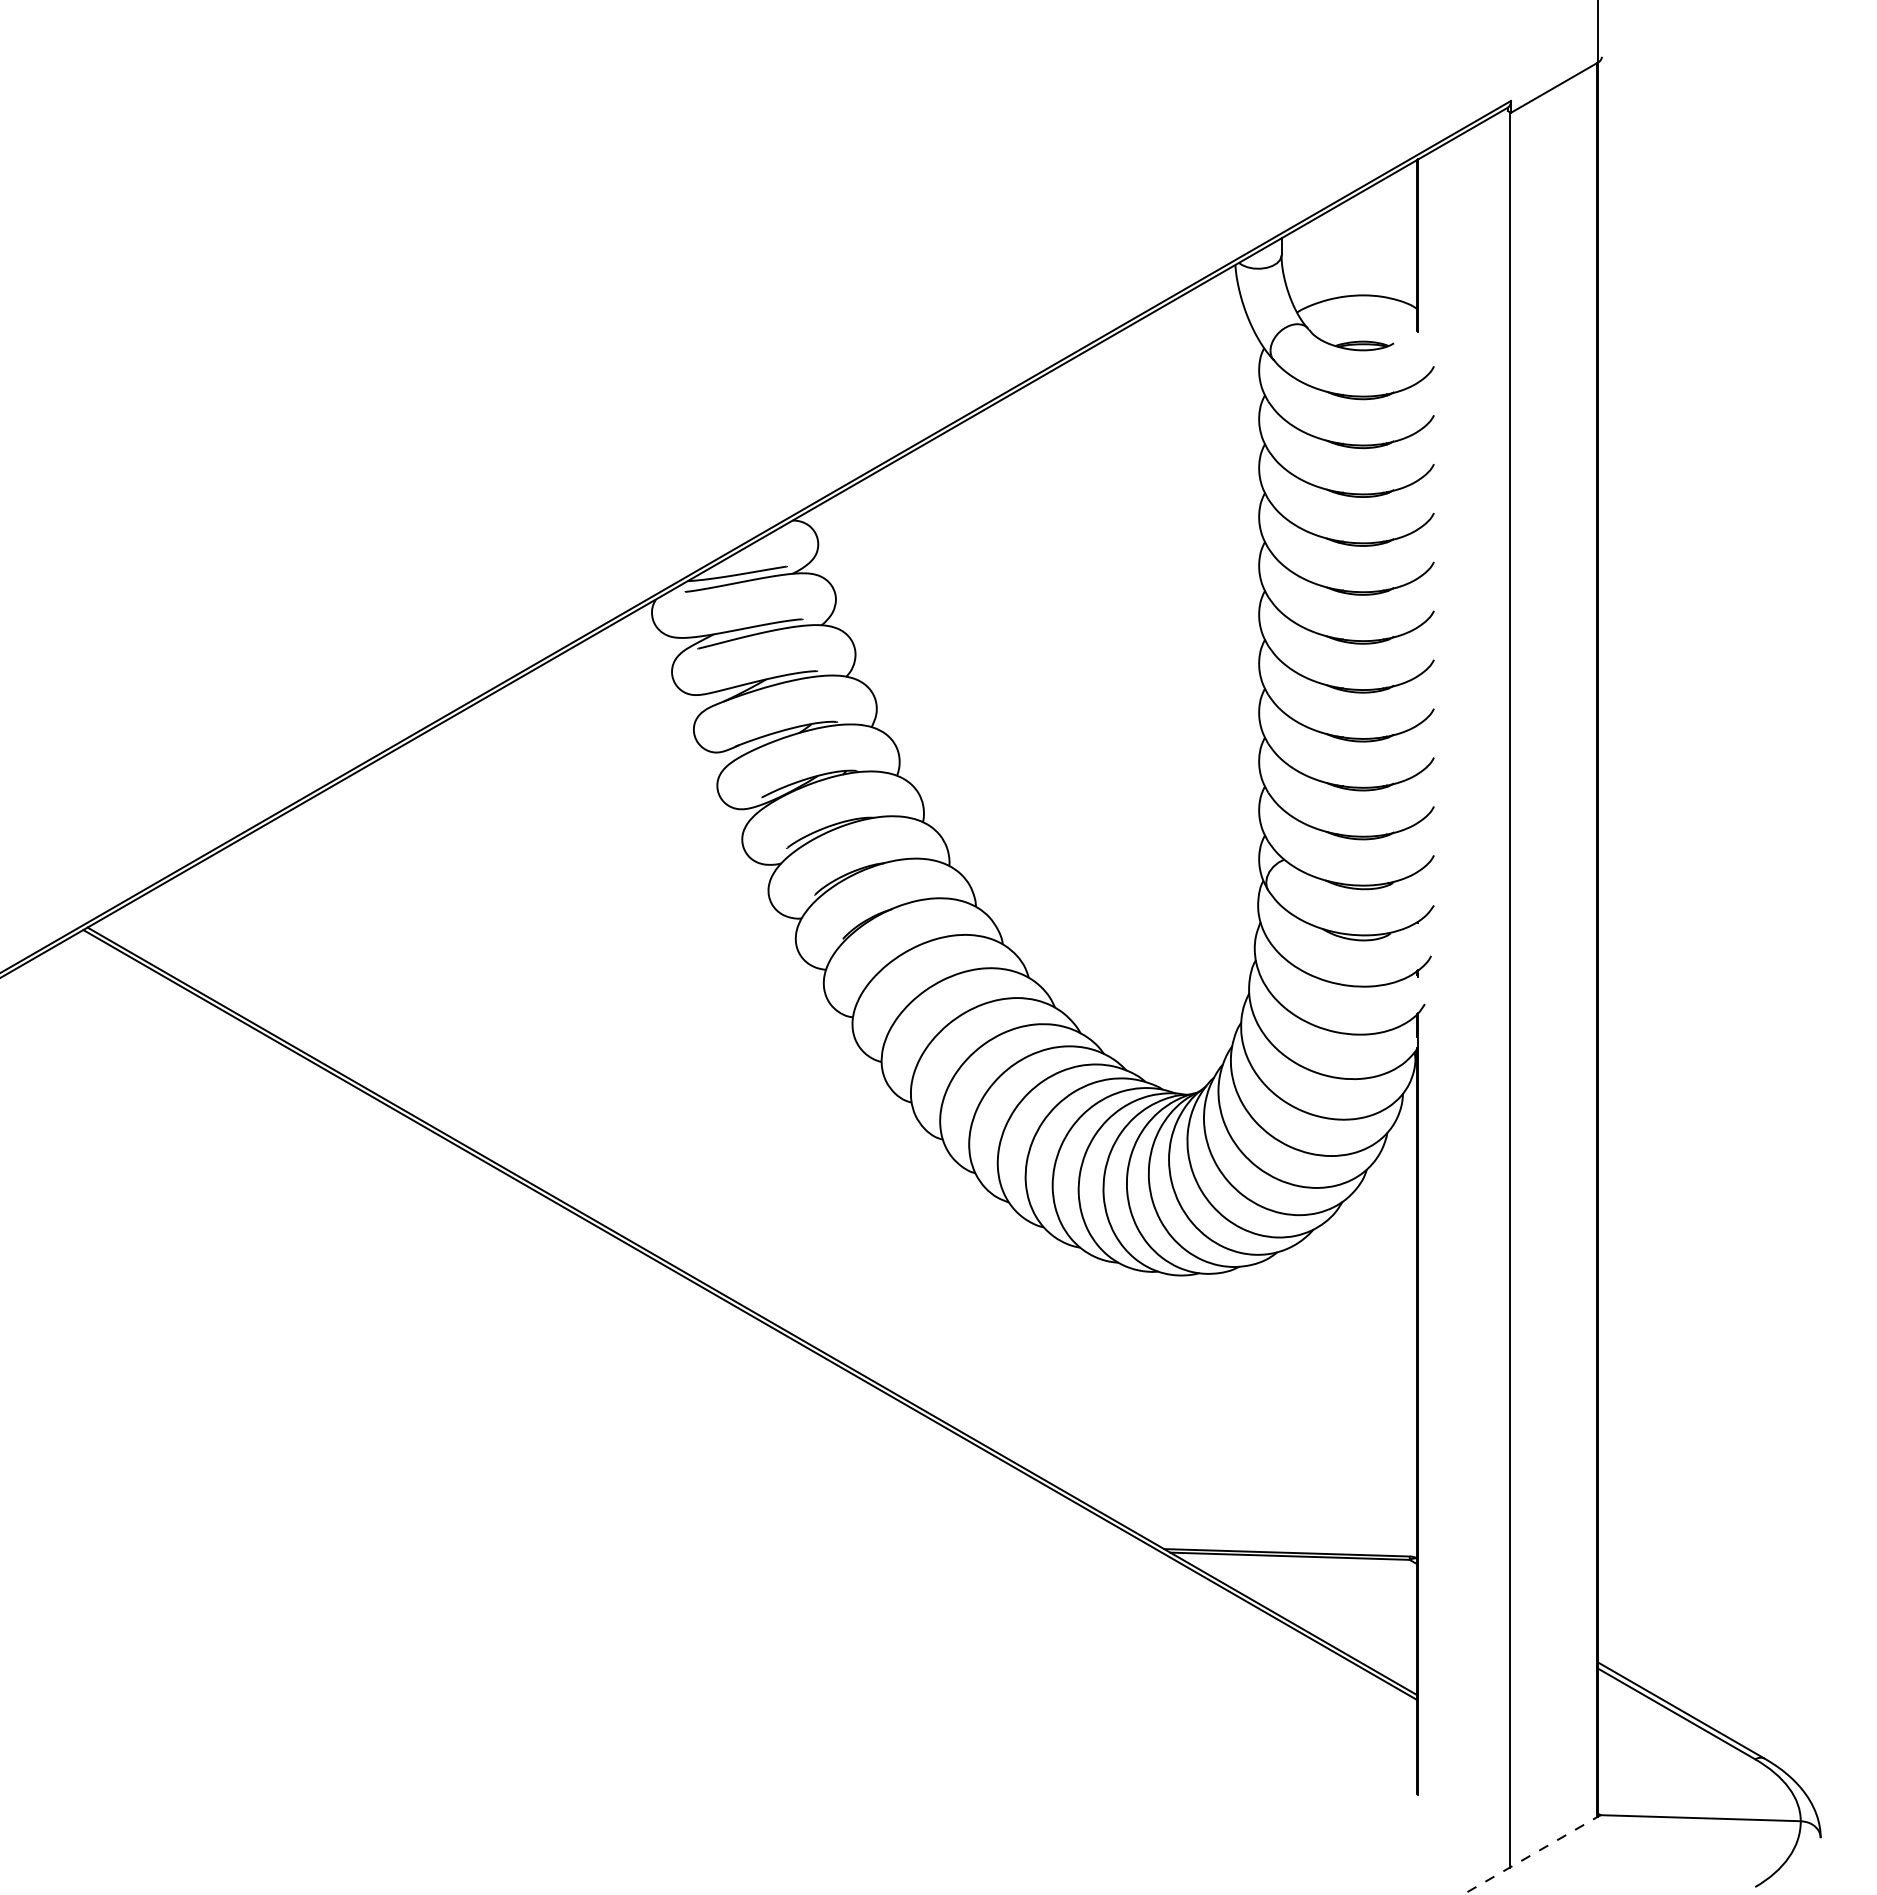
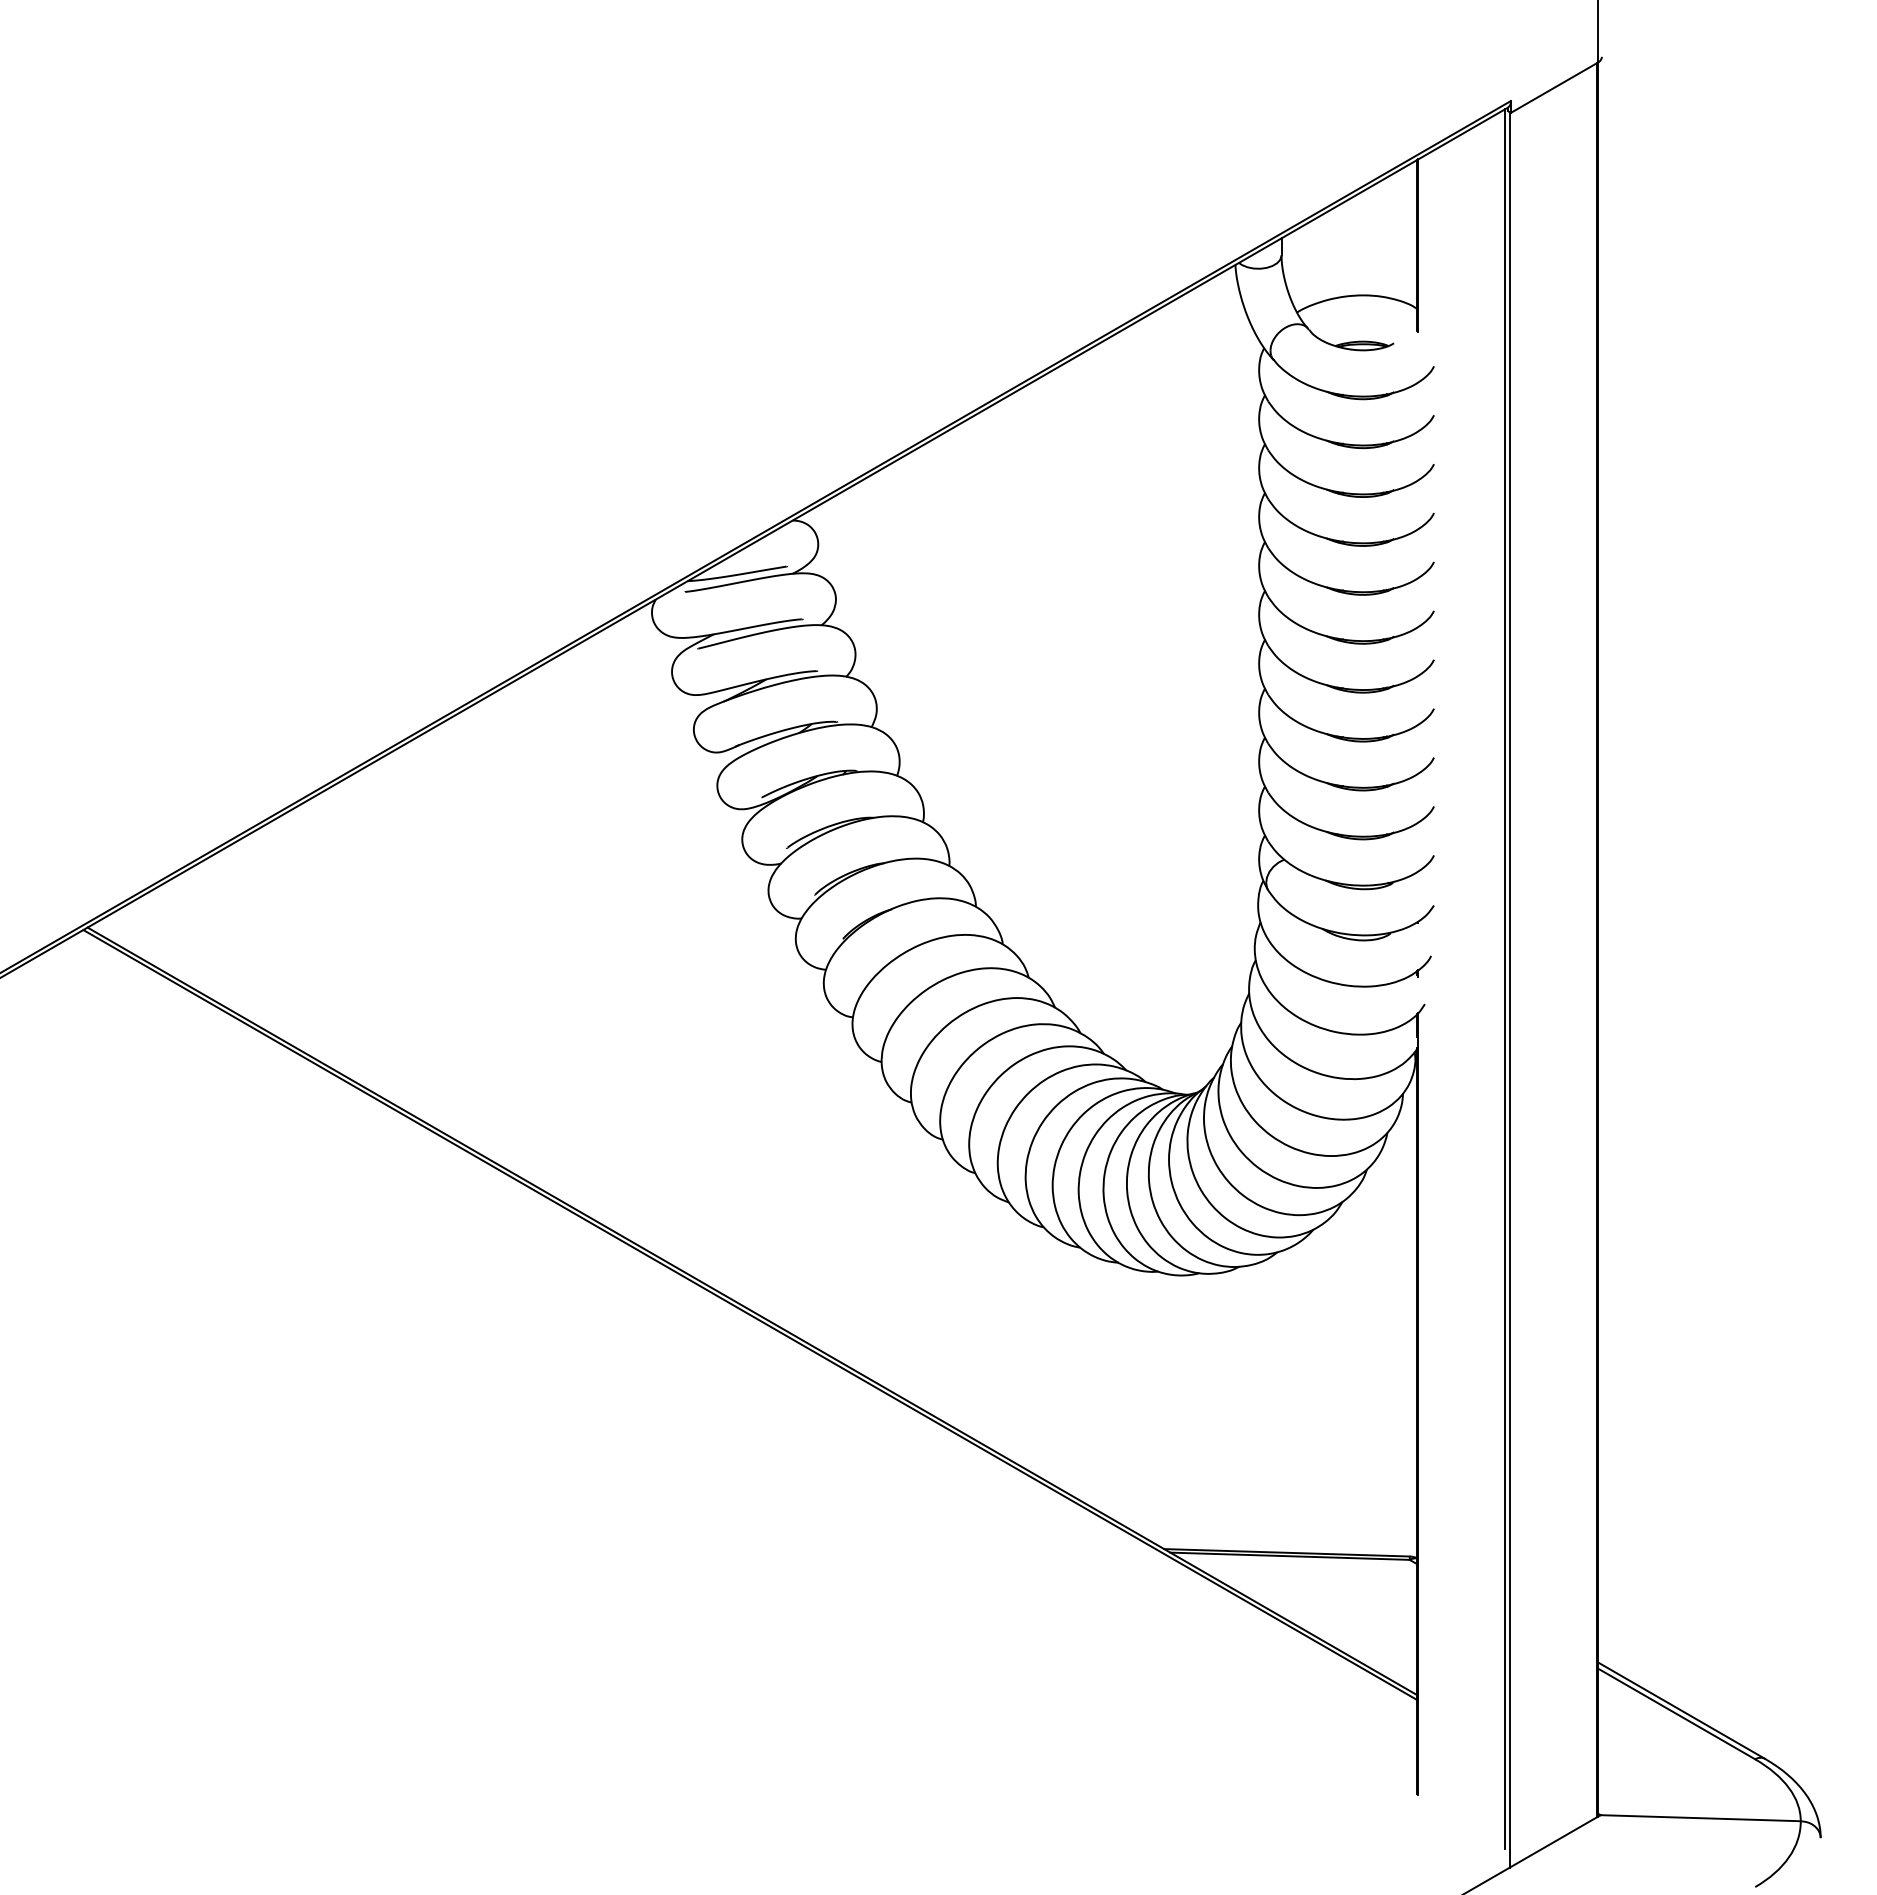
line at (1505, 978): none -> present
line at (1532, 1854): dashed -> solid
